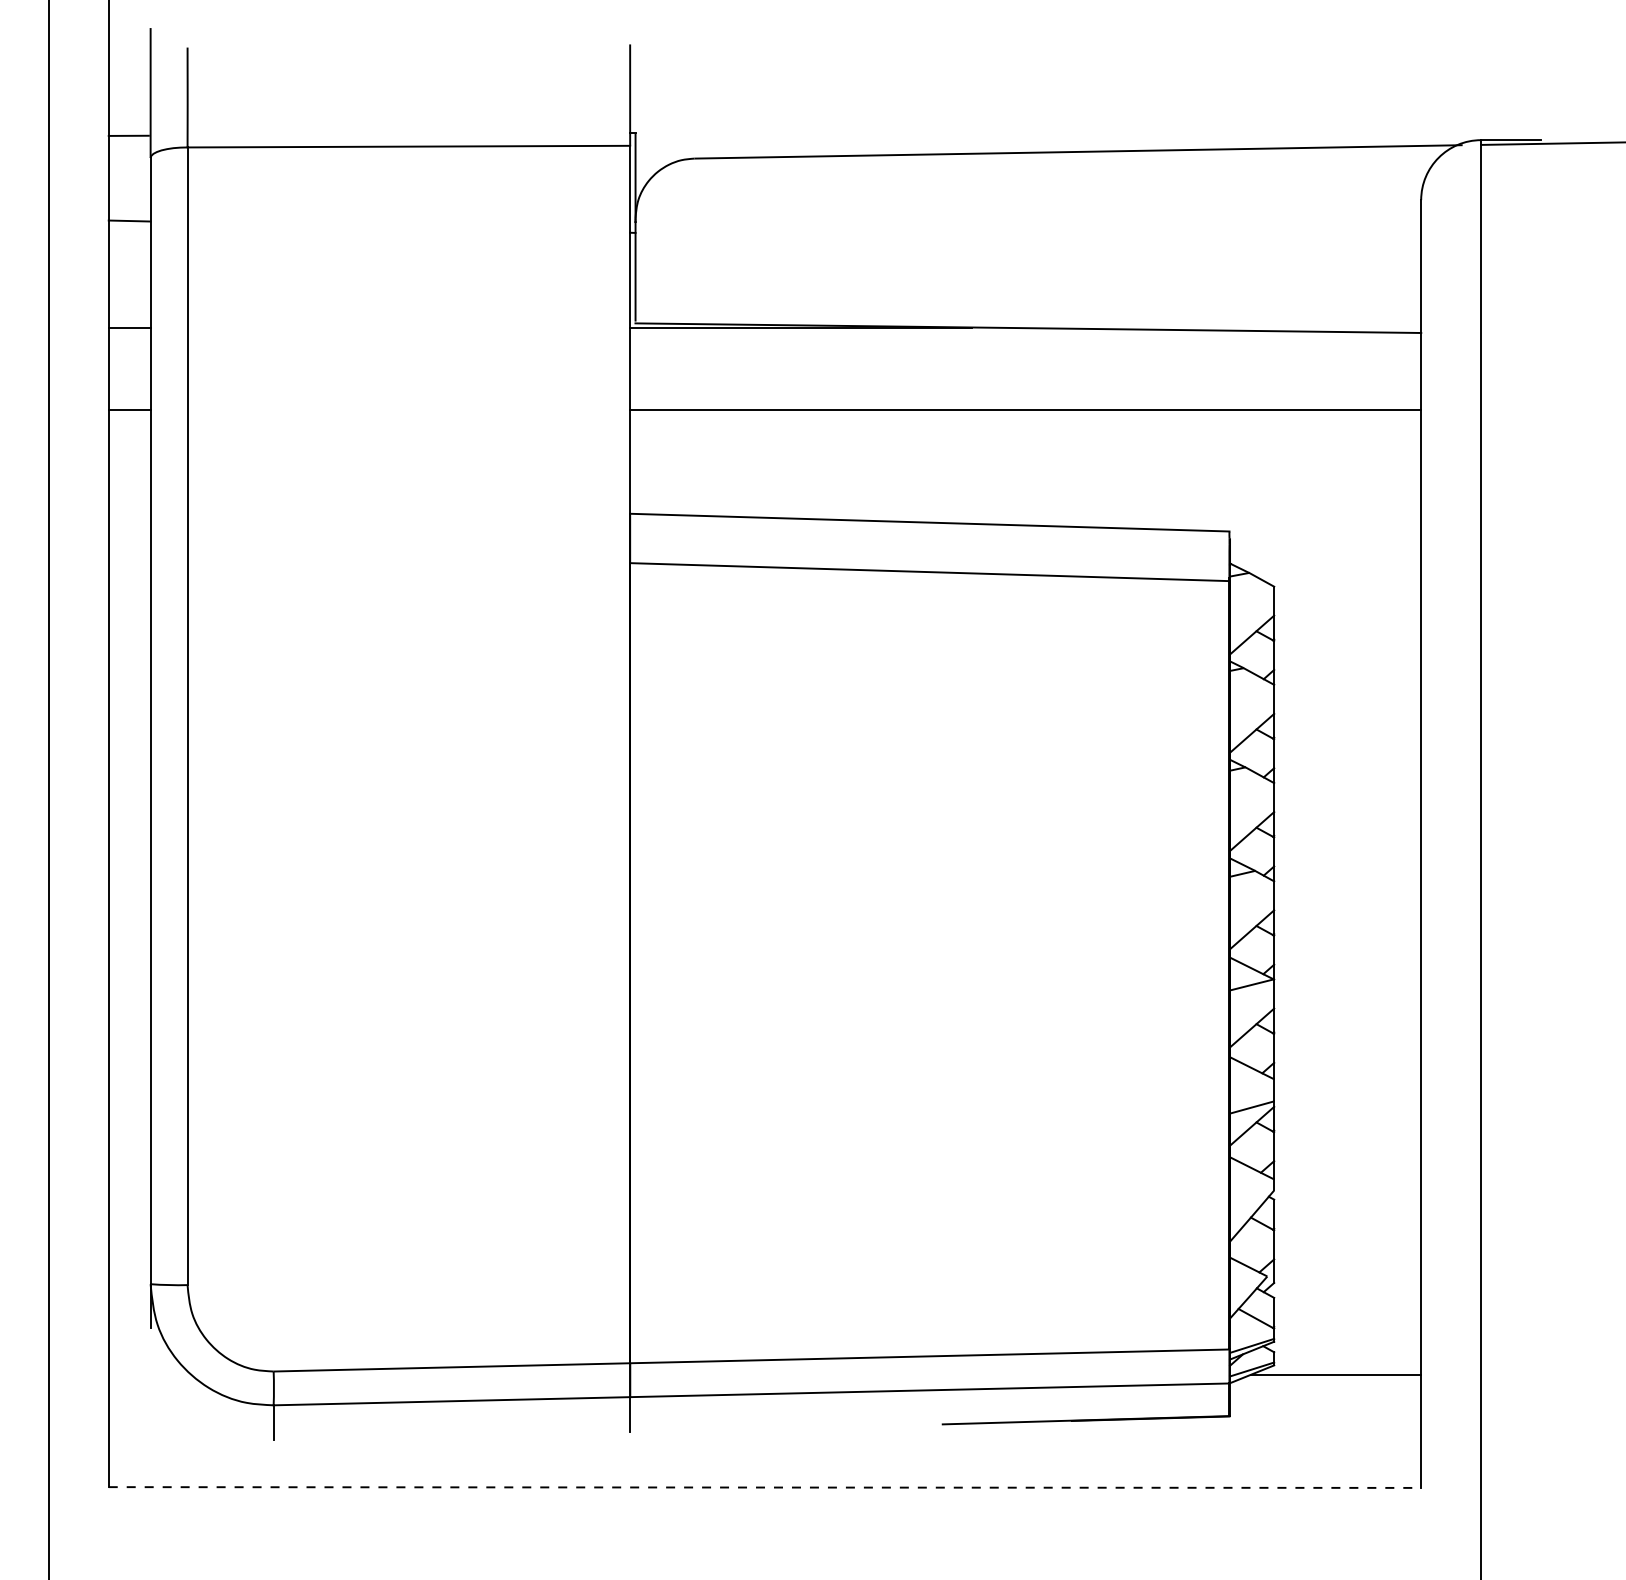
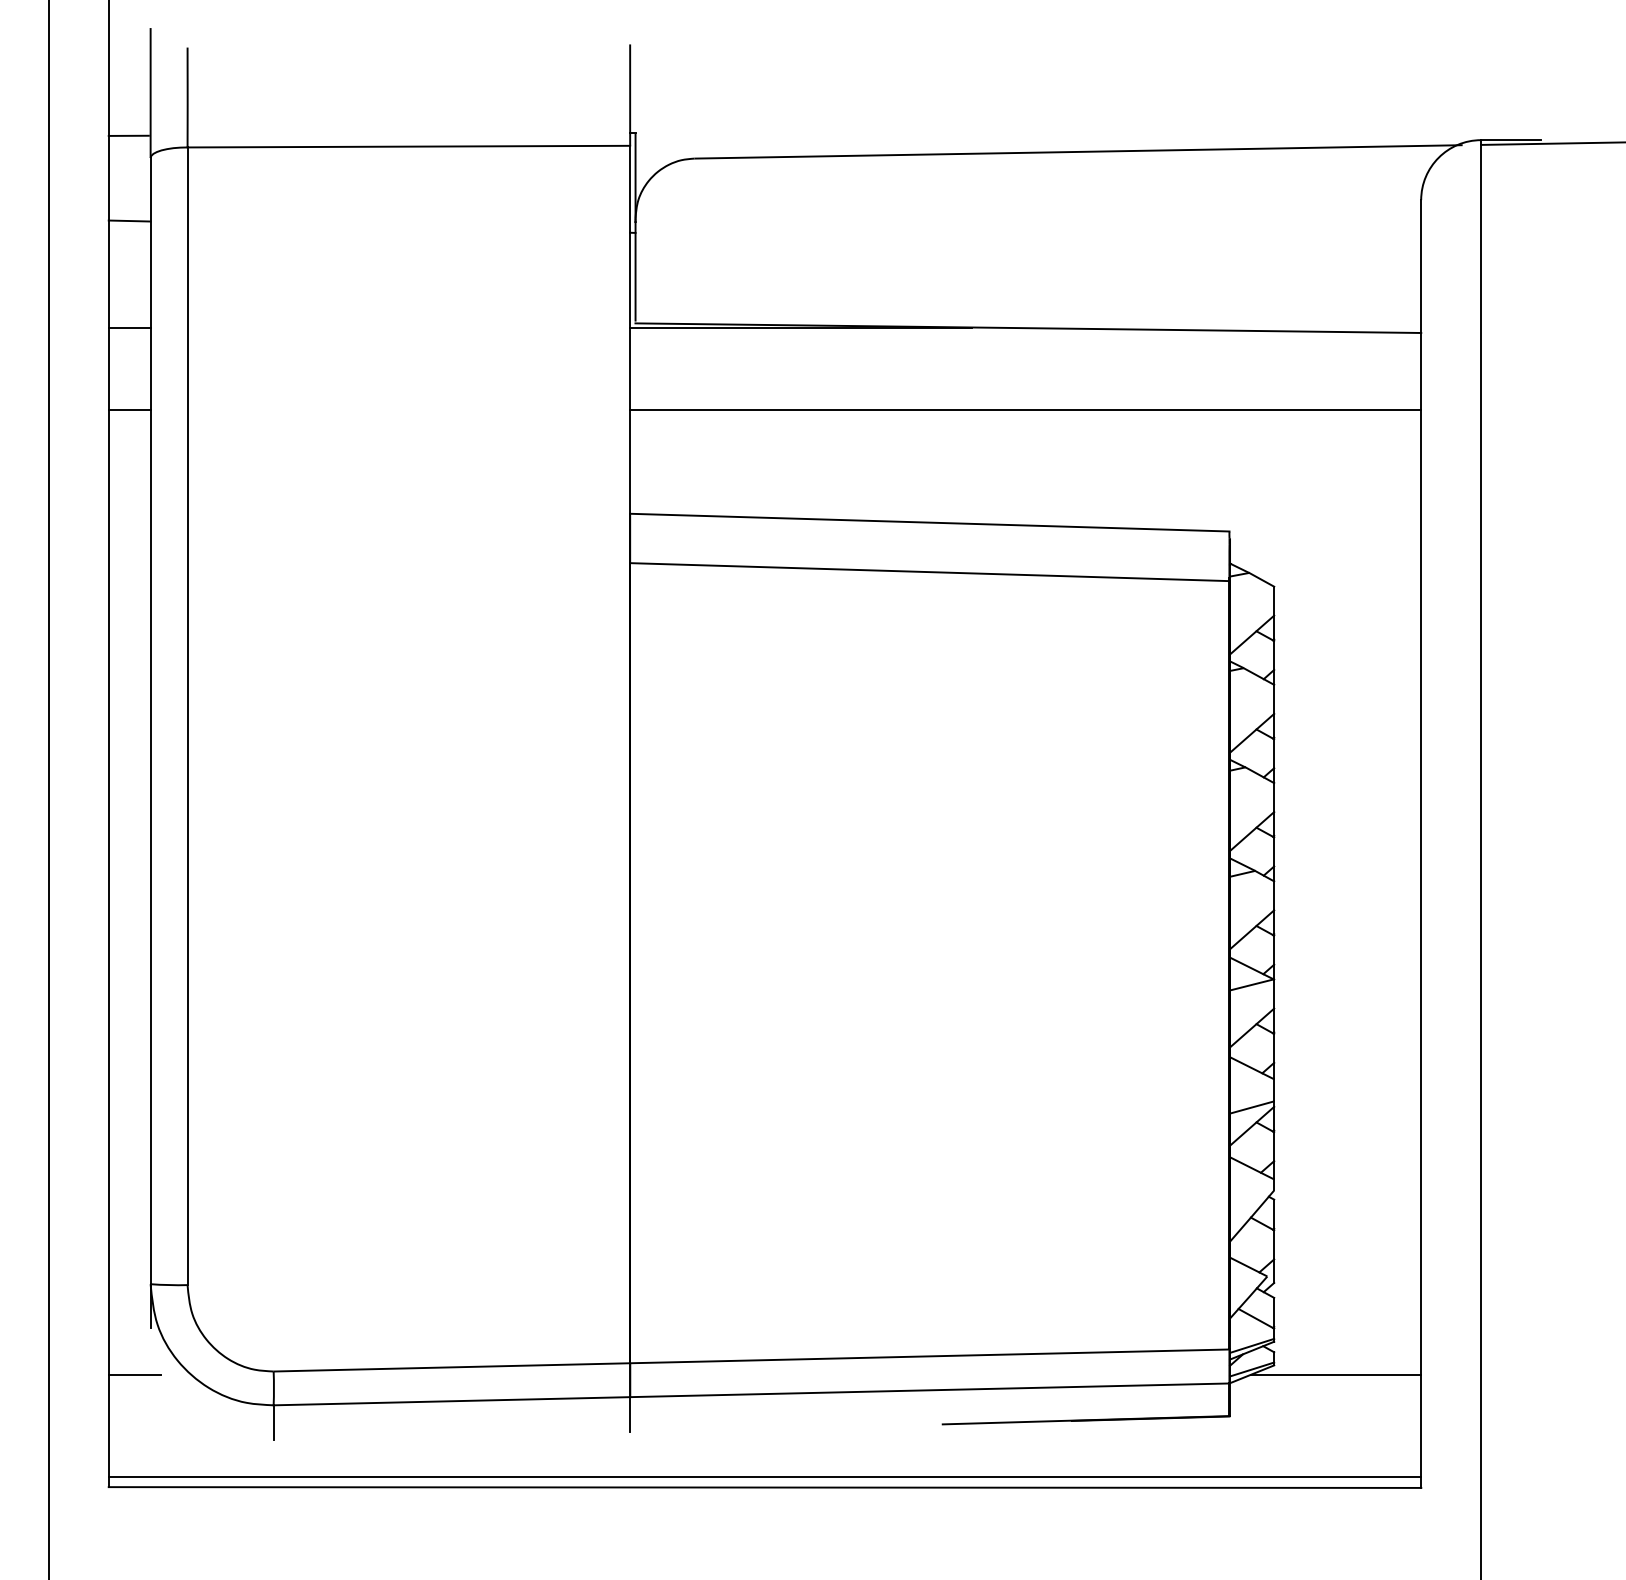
line at (134, 1374): none -> present
line at (764, 1477): none -> present
line at (765, 1487): dashed -> solid
